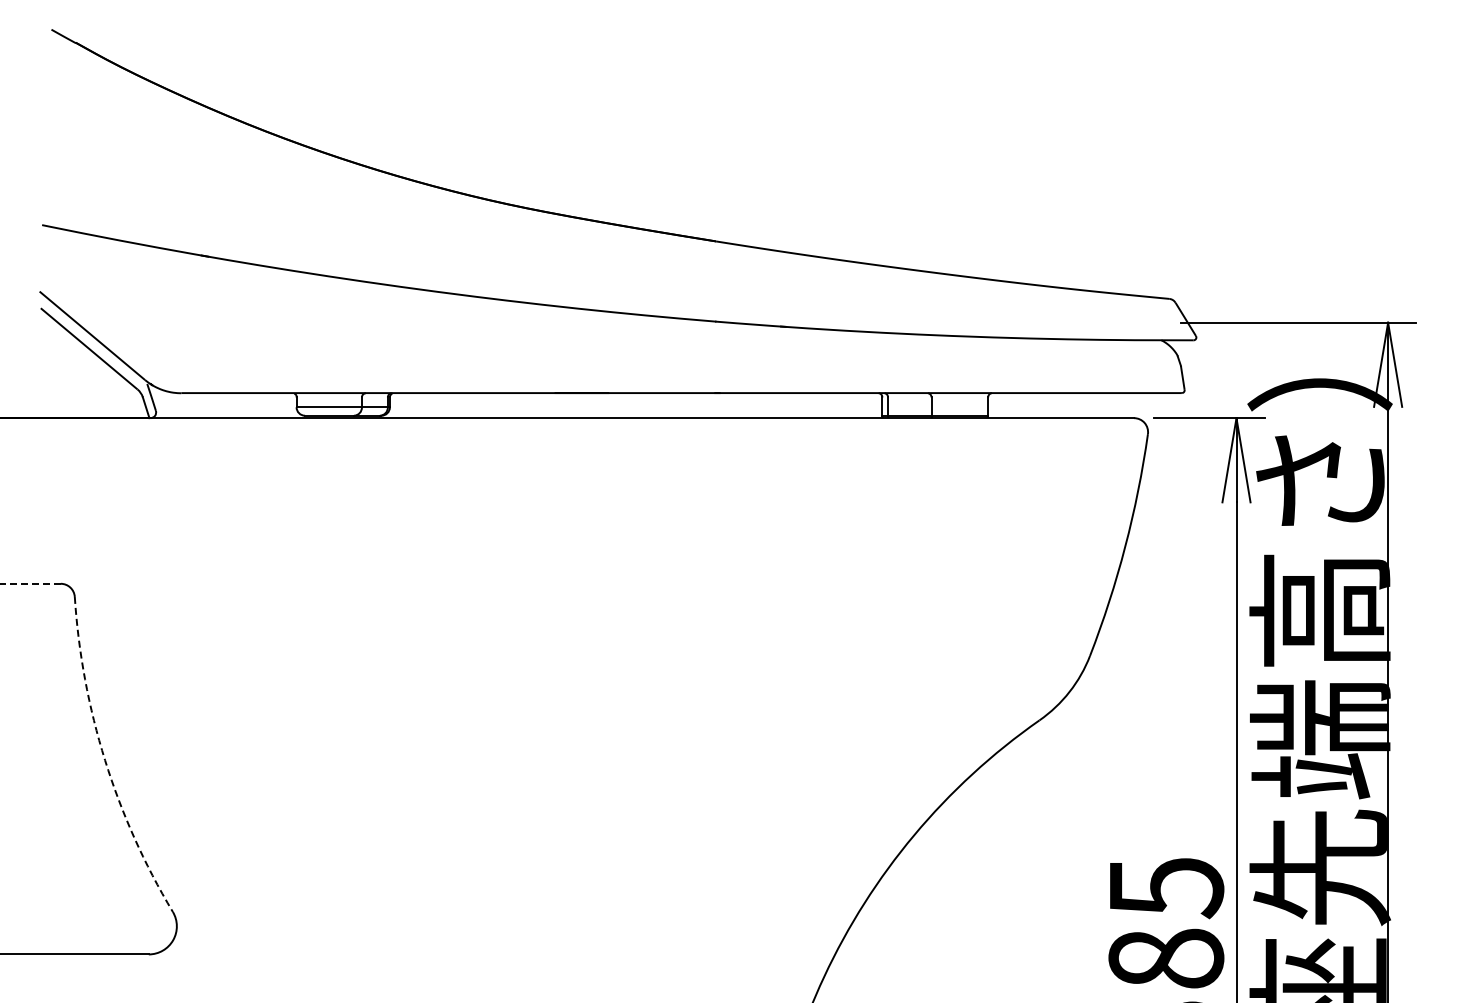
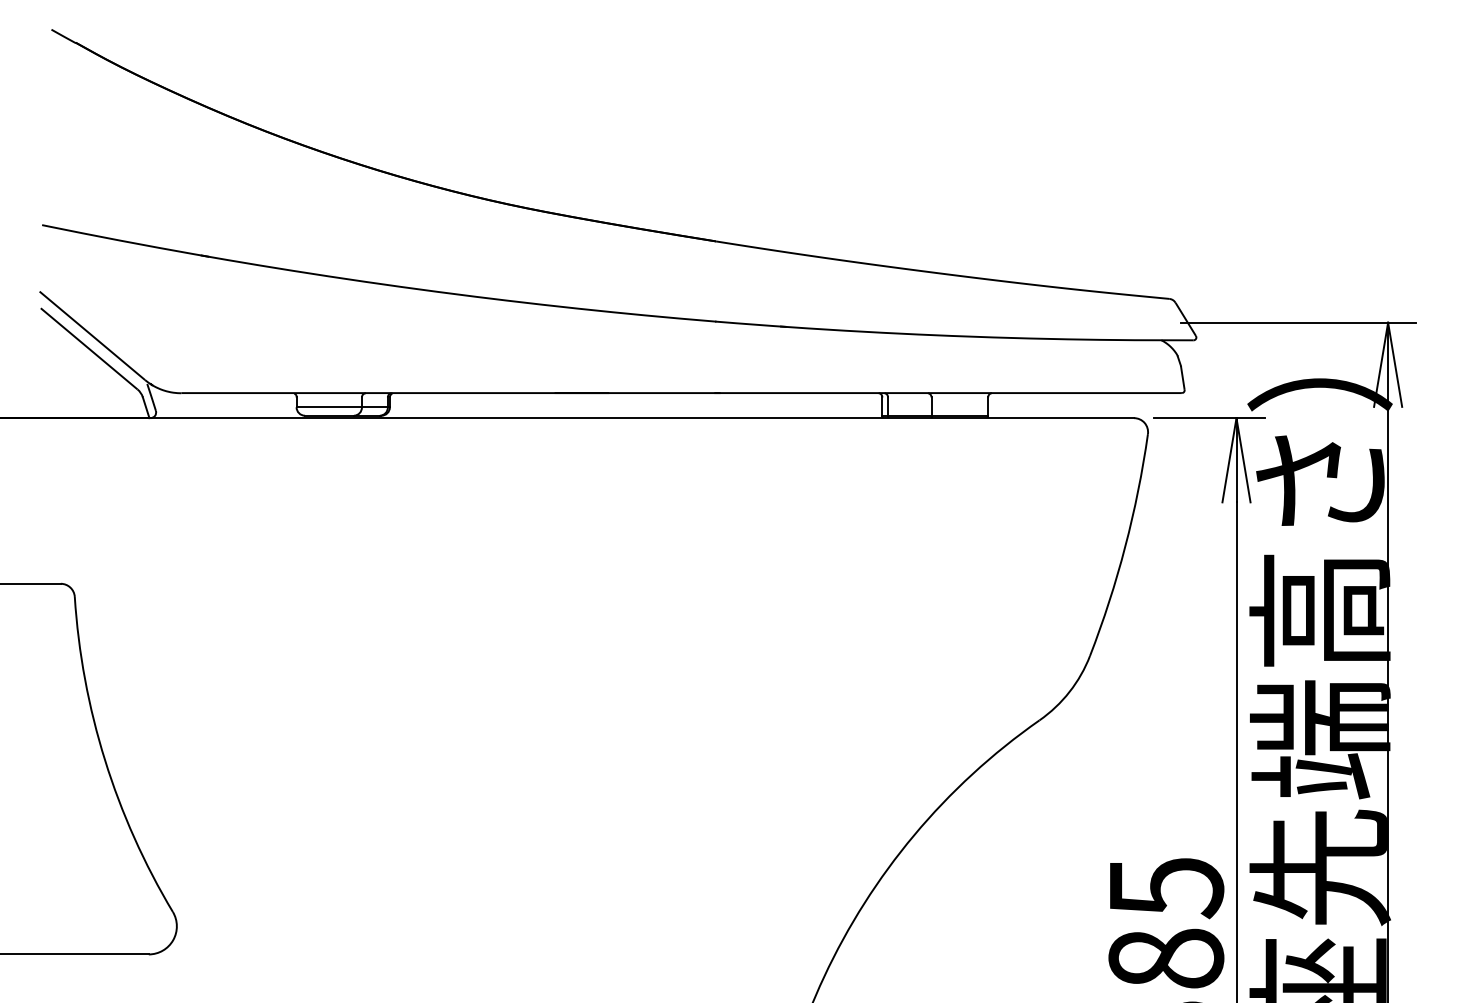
line at (30, 583): dashed -> solid
arc at (105, 760): dashed -> solid
